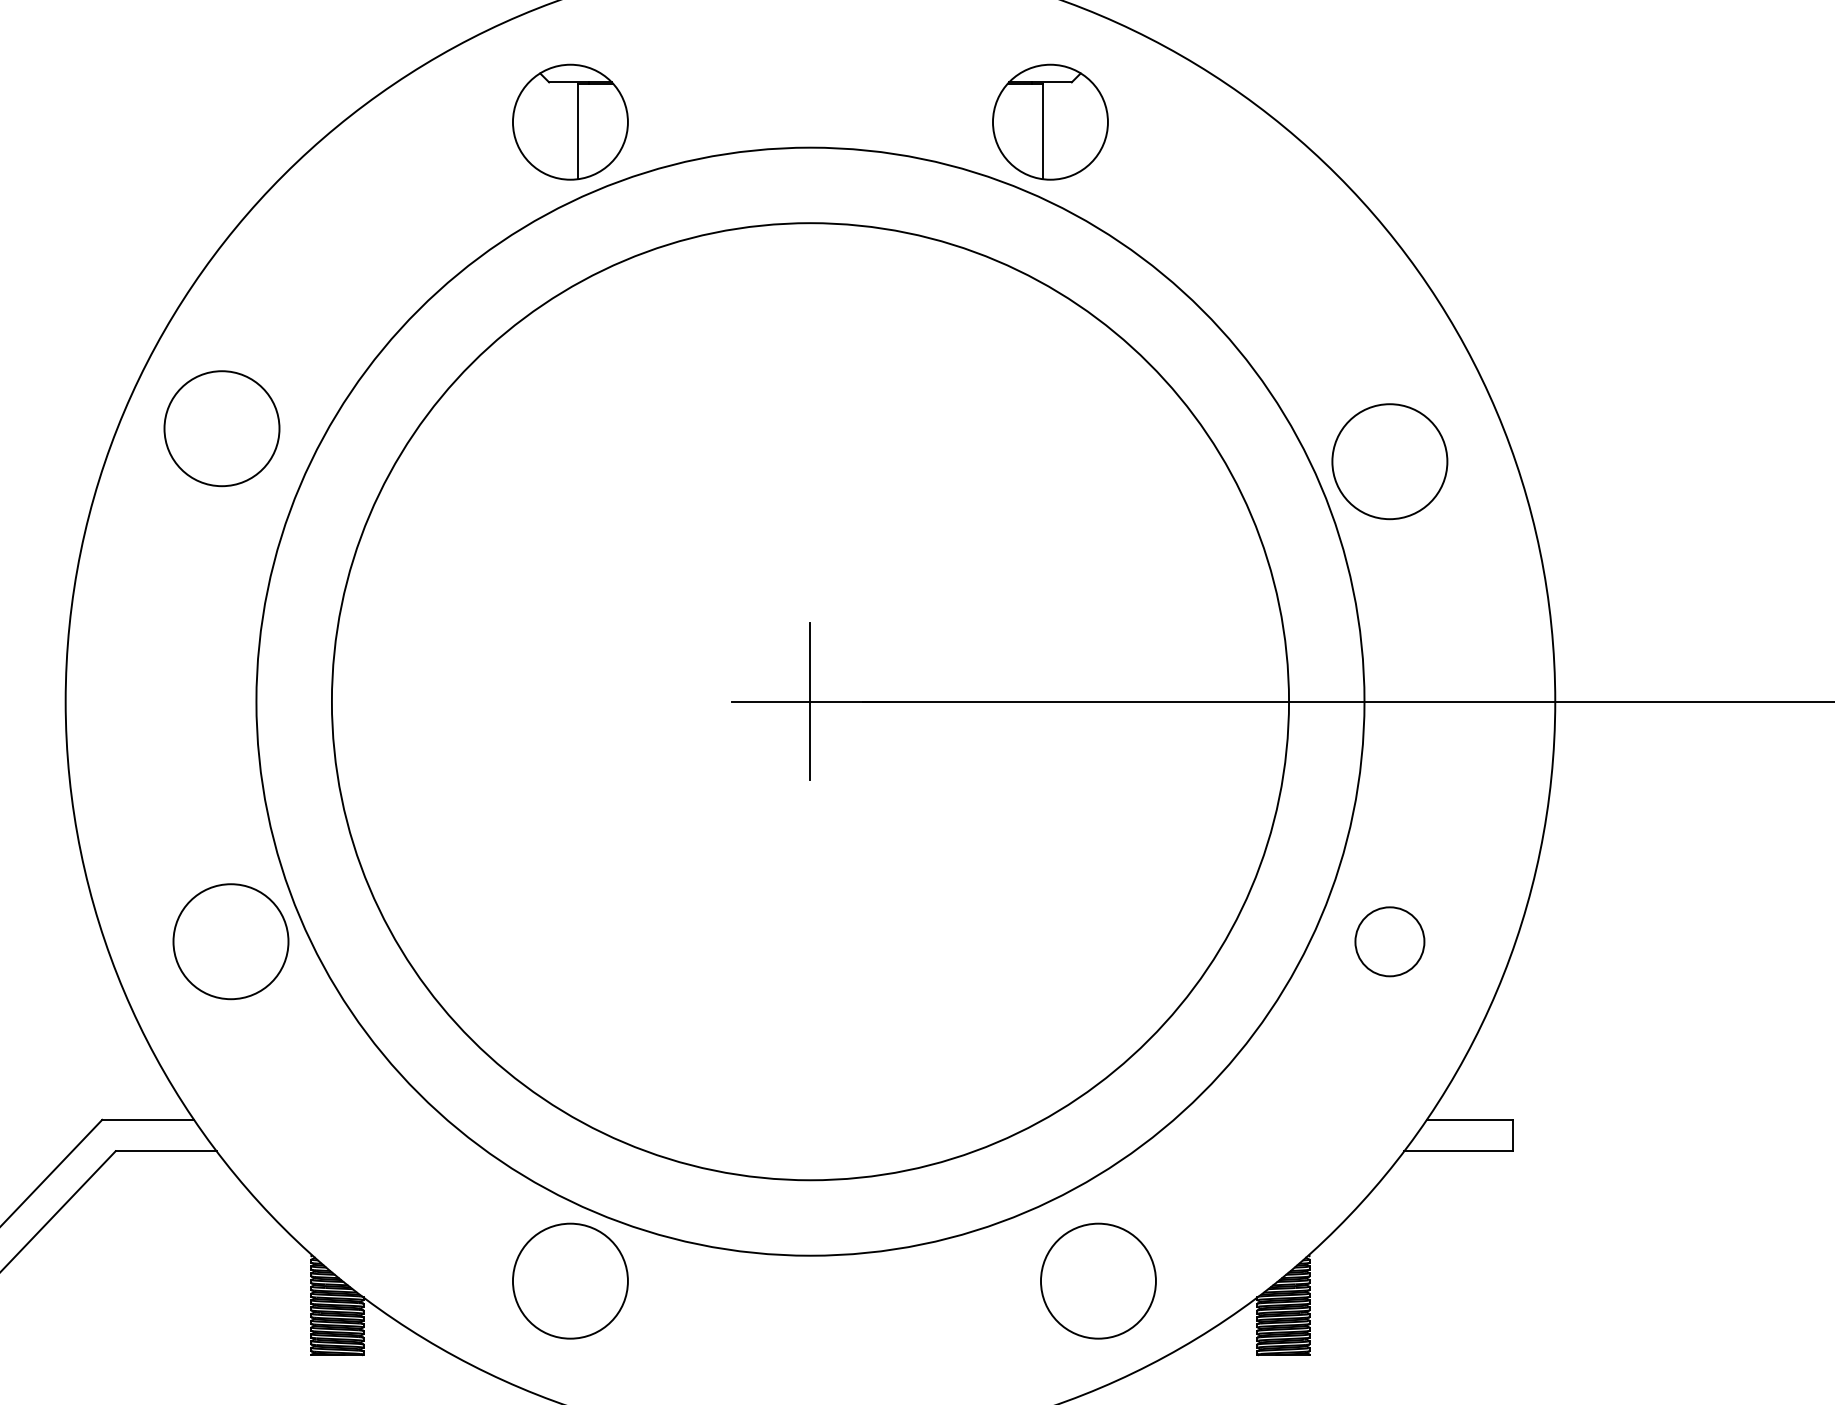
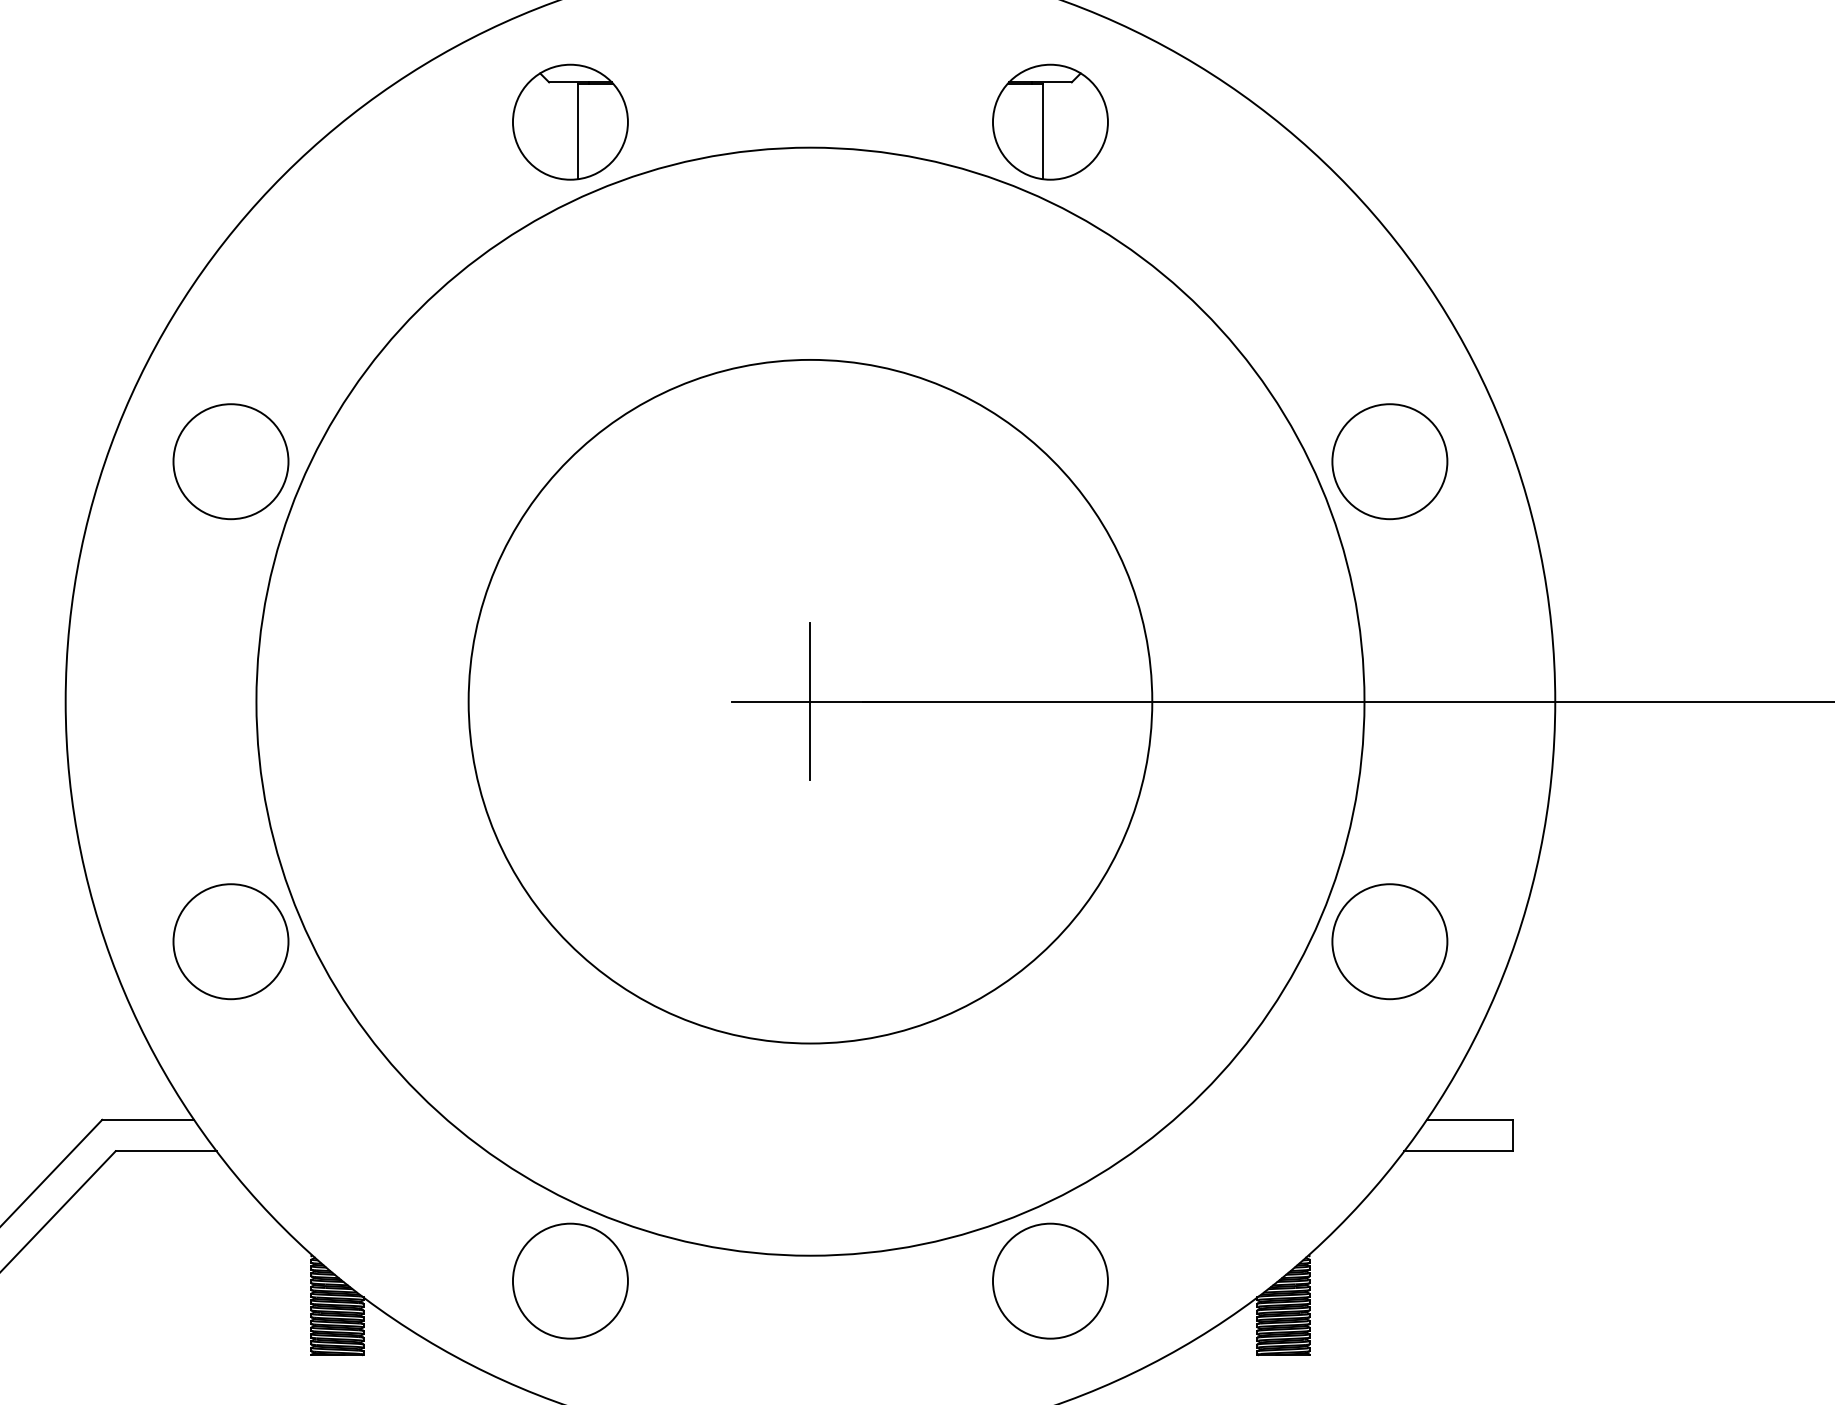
circle at (221, 428) position: (221, 428) -> (230, 461)
circle at (810, 701) diameter: 957 px -> 684 px
circle at (1389, 941) size: 72x72 px -> 118x118 px
circle at (1098, 1280) position: (1098, 1280) -> (1050, 1280)
